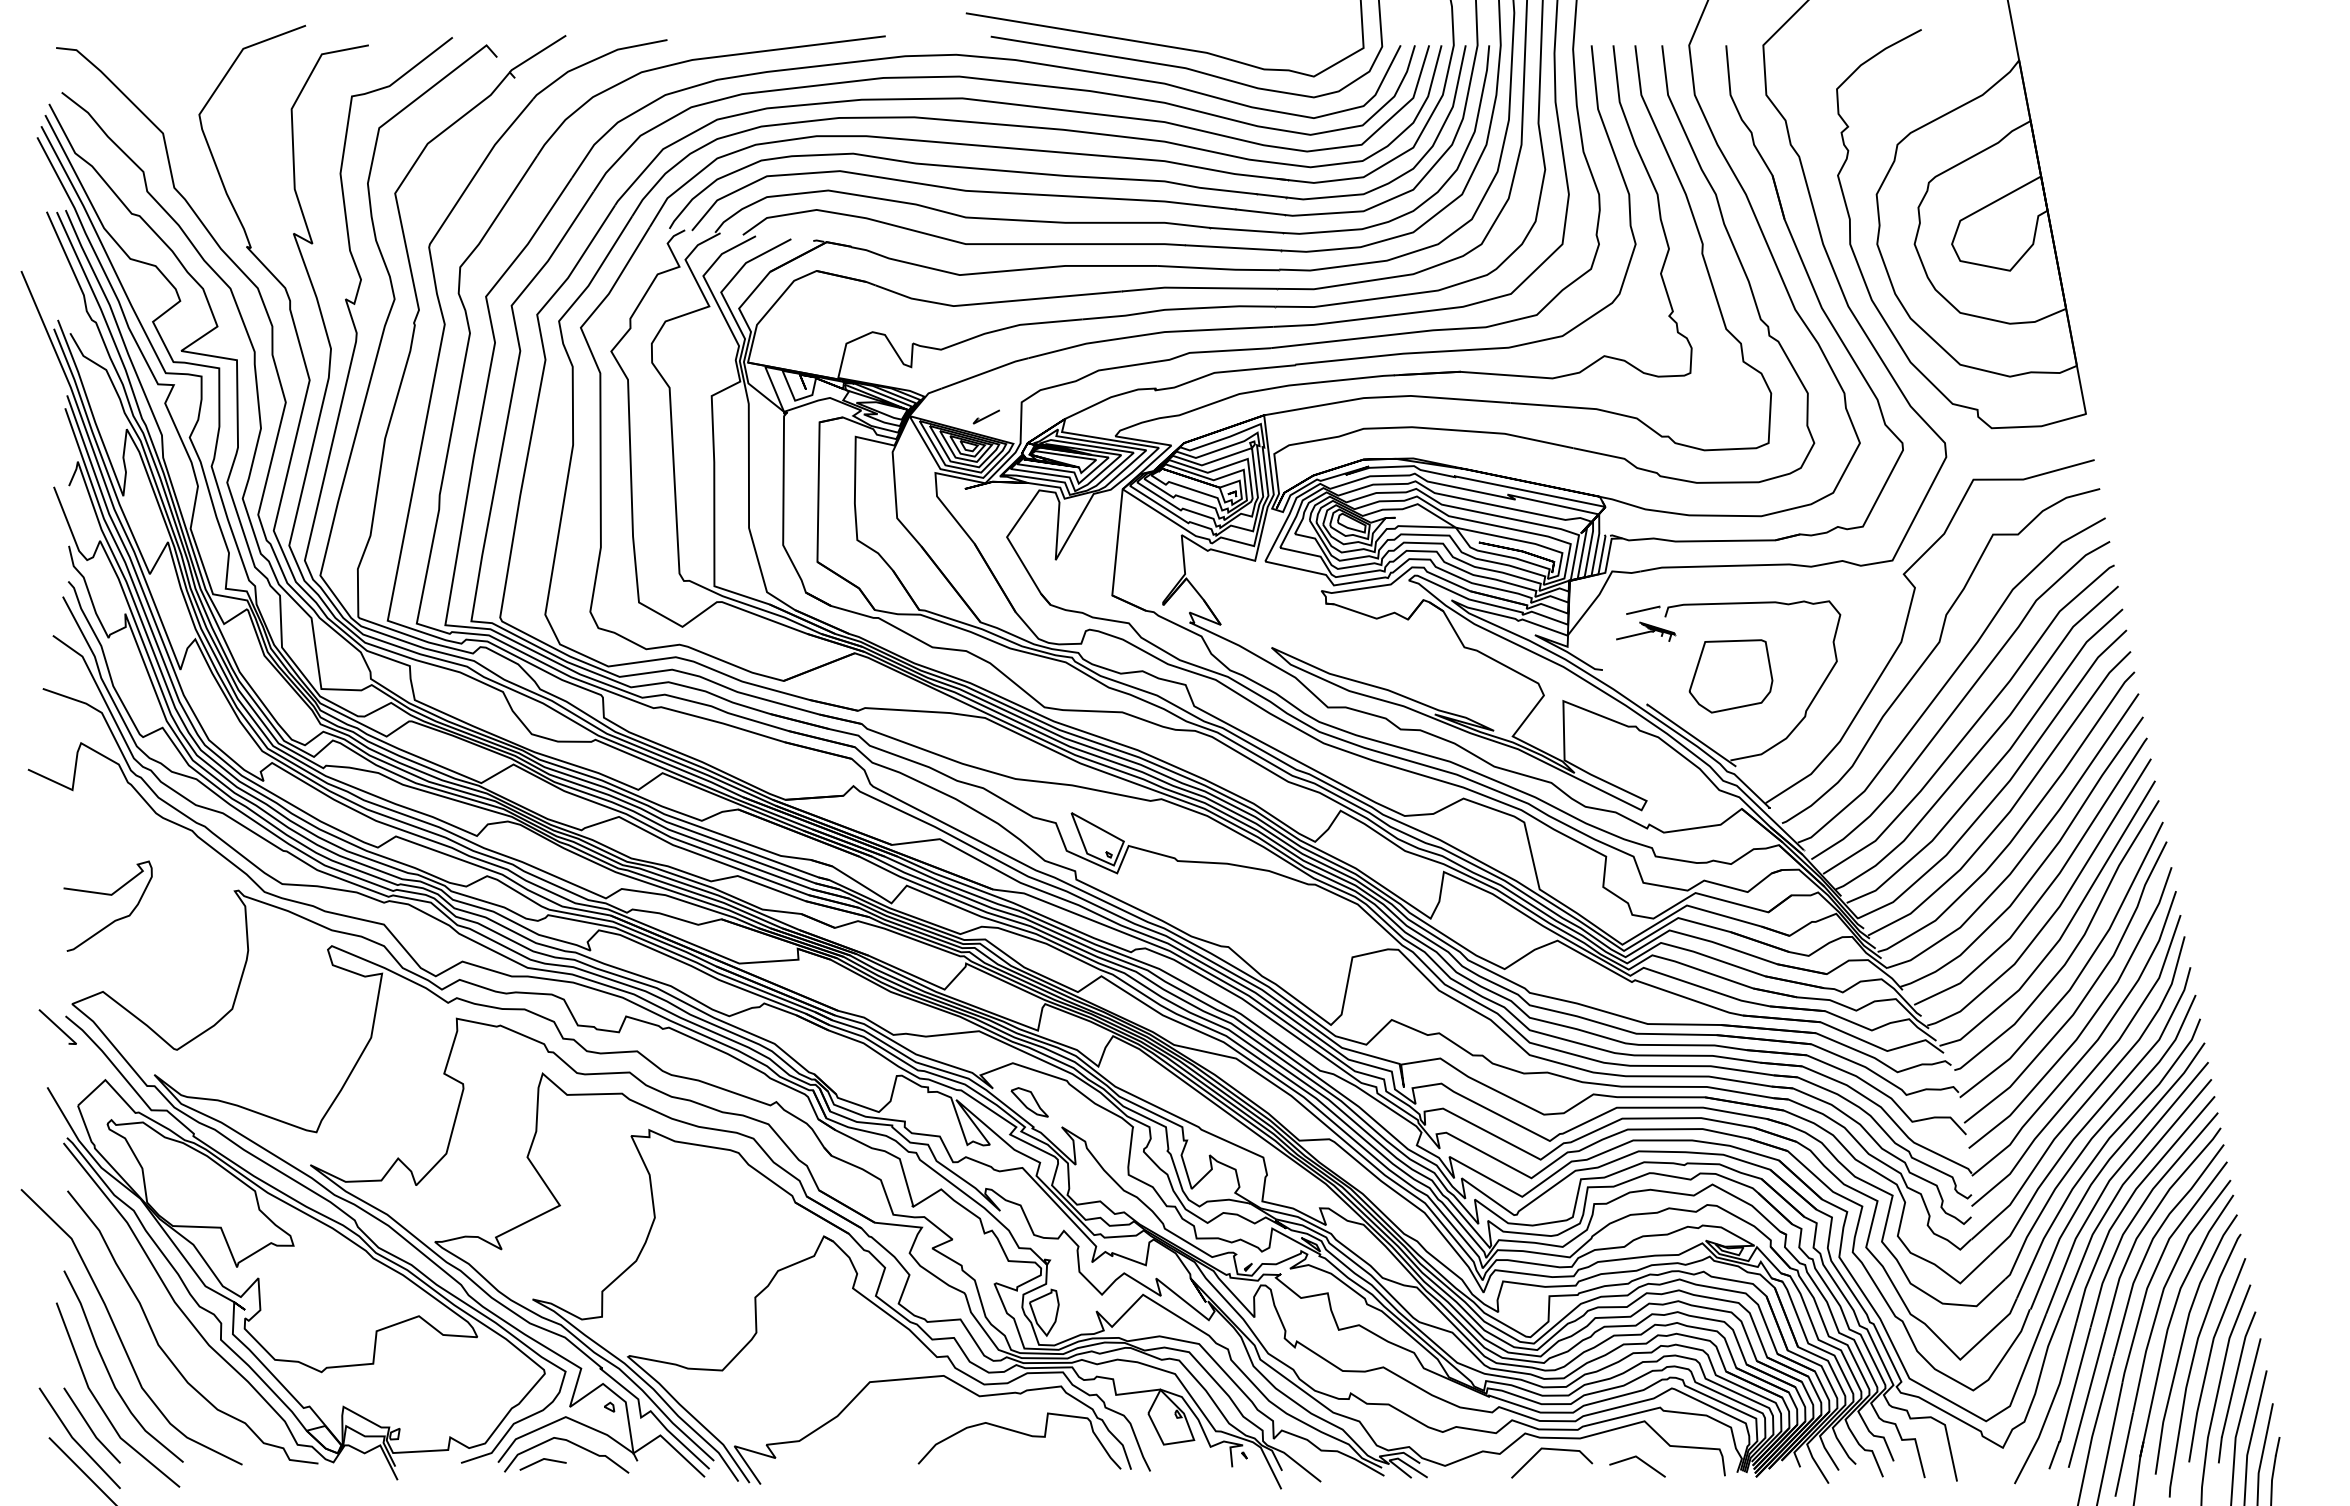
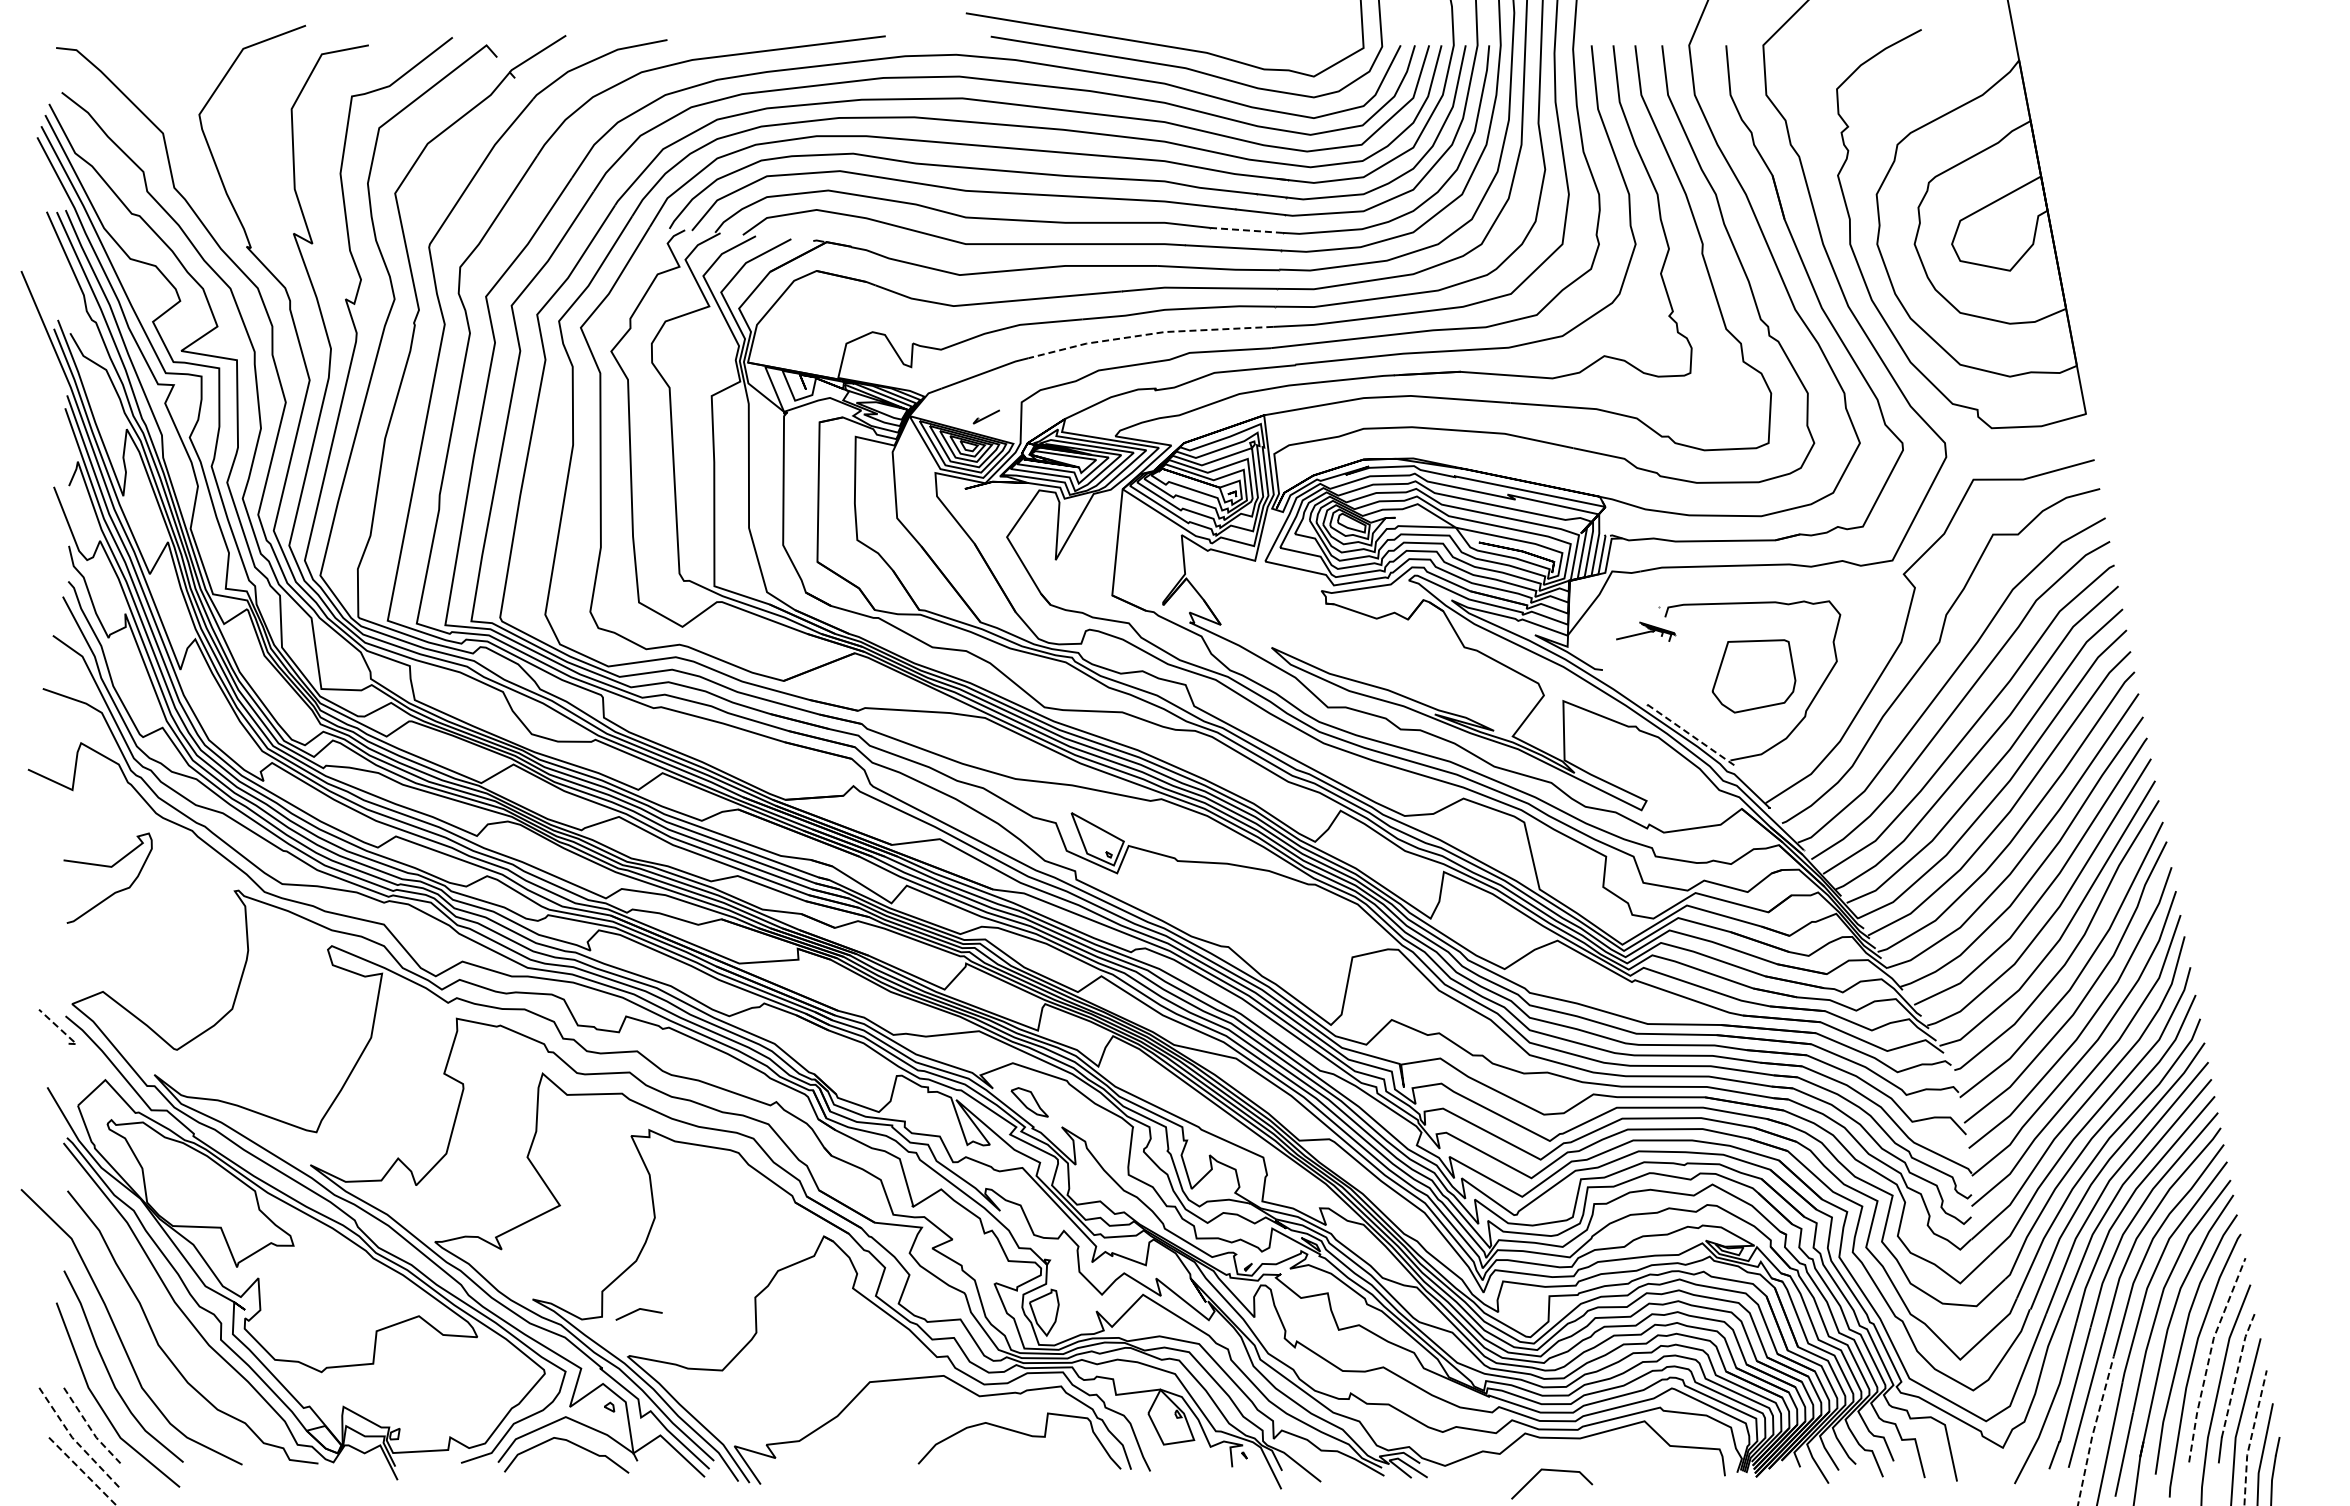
line at (1245, 230): solid -> dashed
line at (1149, 334): solid -> dashed
line at (1643, 610): present -> none
part at (1730, 676) position: (1730, 676) -> (1753, 676)
line at (1691, 735): solid -> dashed
curve at (107, 895) position: (107, 895) -> (107, 867)
line at (61, 1029): solid -> dashed
line at (2209, 1357): solid -> dashed
line at (2237, 1372): solid -> dashed
line at (90, 1428): solid -> dashed
line at (2093, 1430): solid -> dashed
line at (2251, 1437): solid -> dashed
line at (75, 1441): solid -> dashed
line at (1552, 1450) position: (1552, 1450) -> (1552, 1471)
line at (1639, 1460): present -> none
line at (541, 1461) position: (541, 1461) -> (637, 1311)
line at (83, 1472): solid -> dashed
